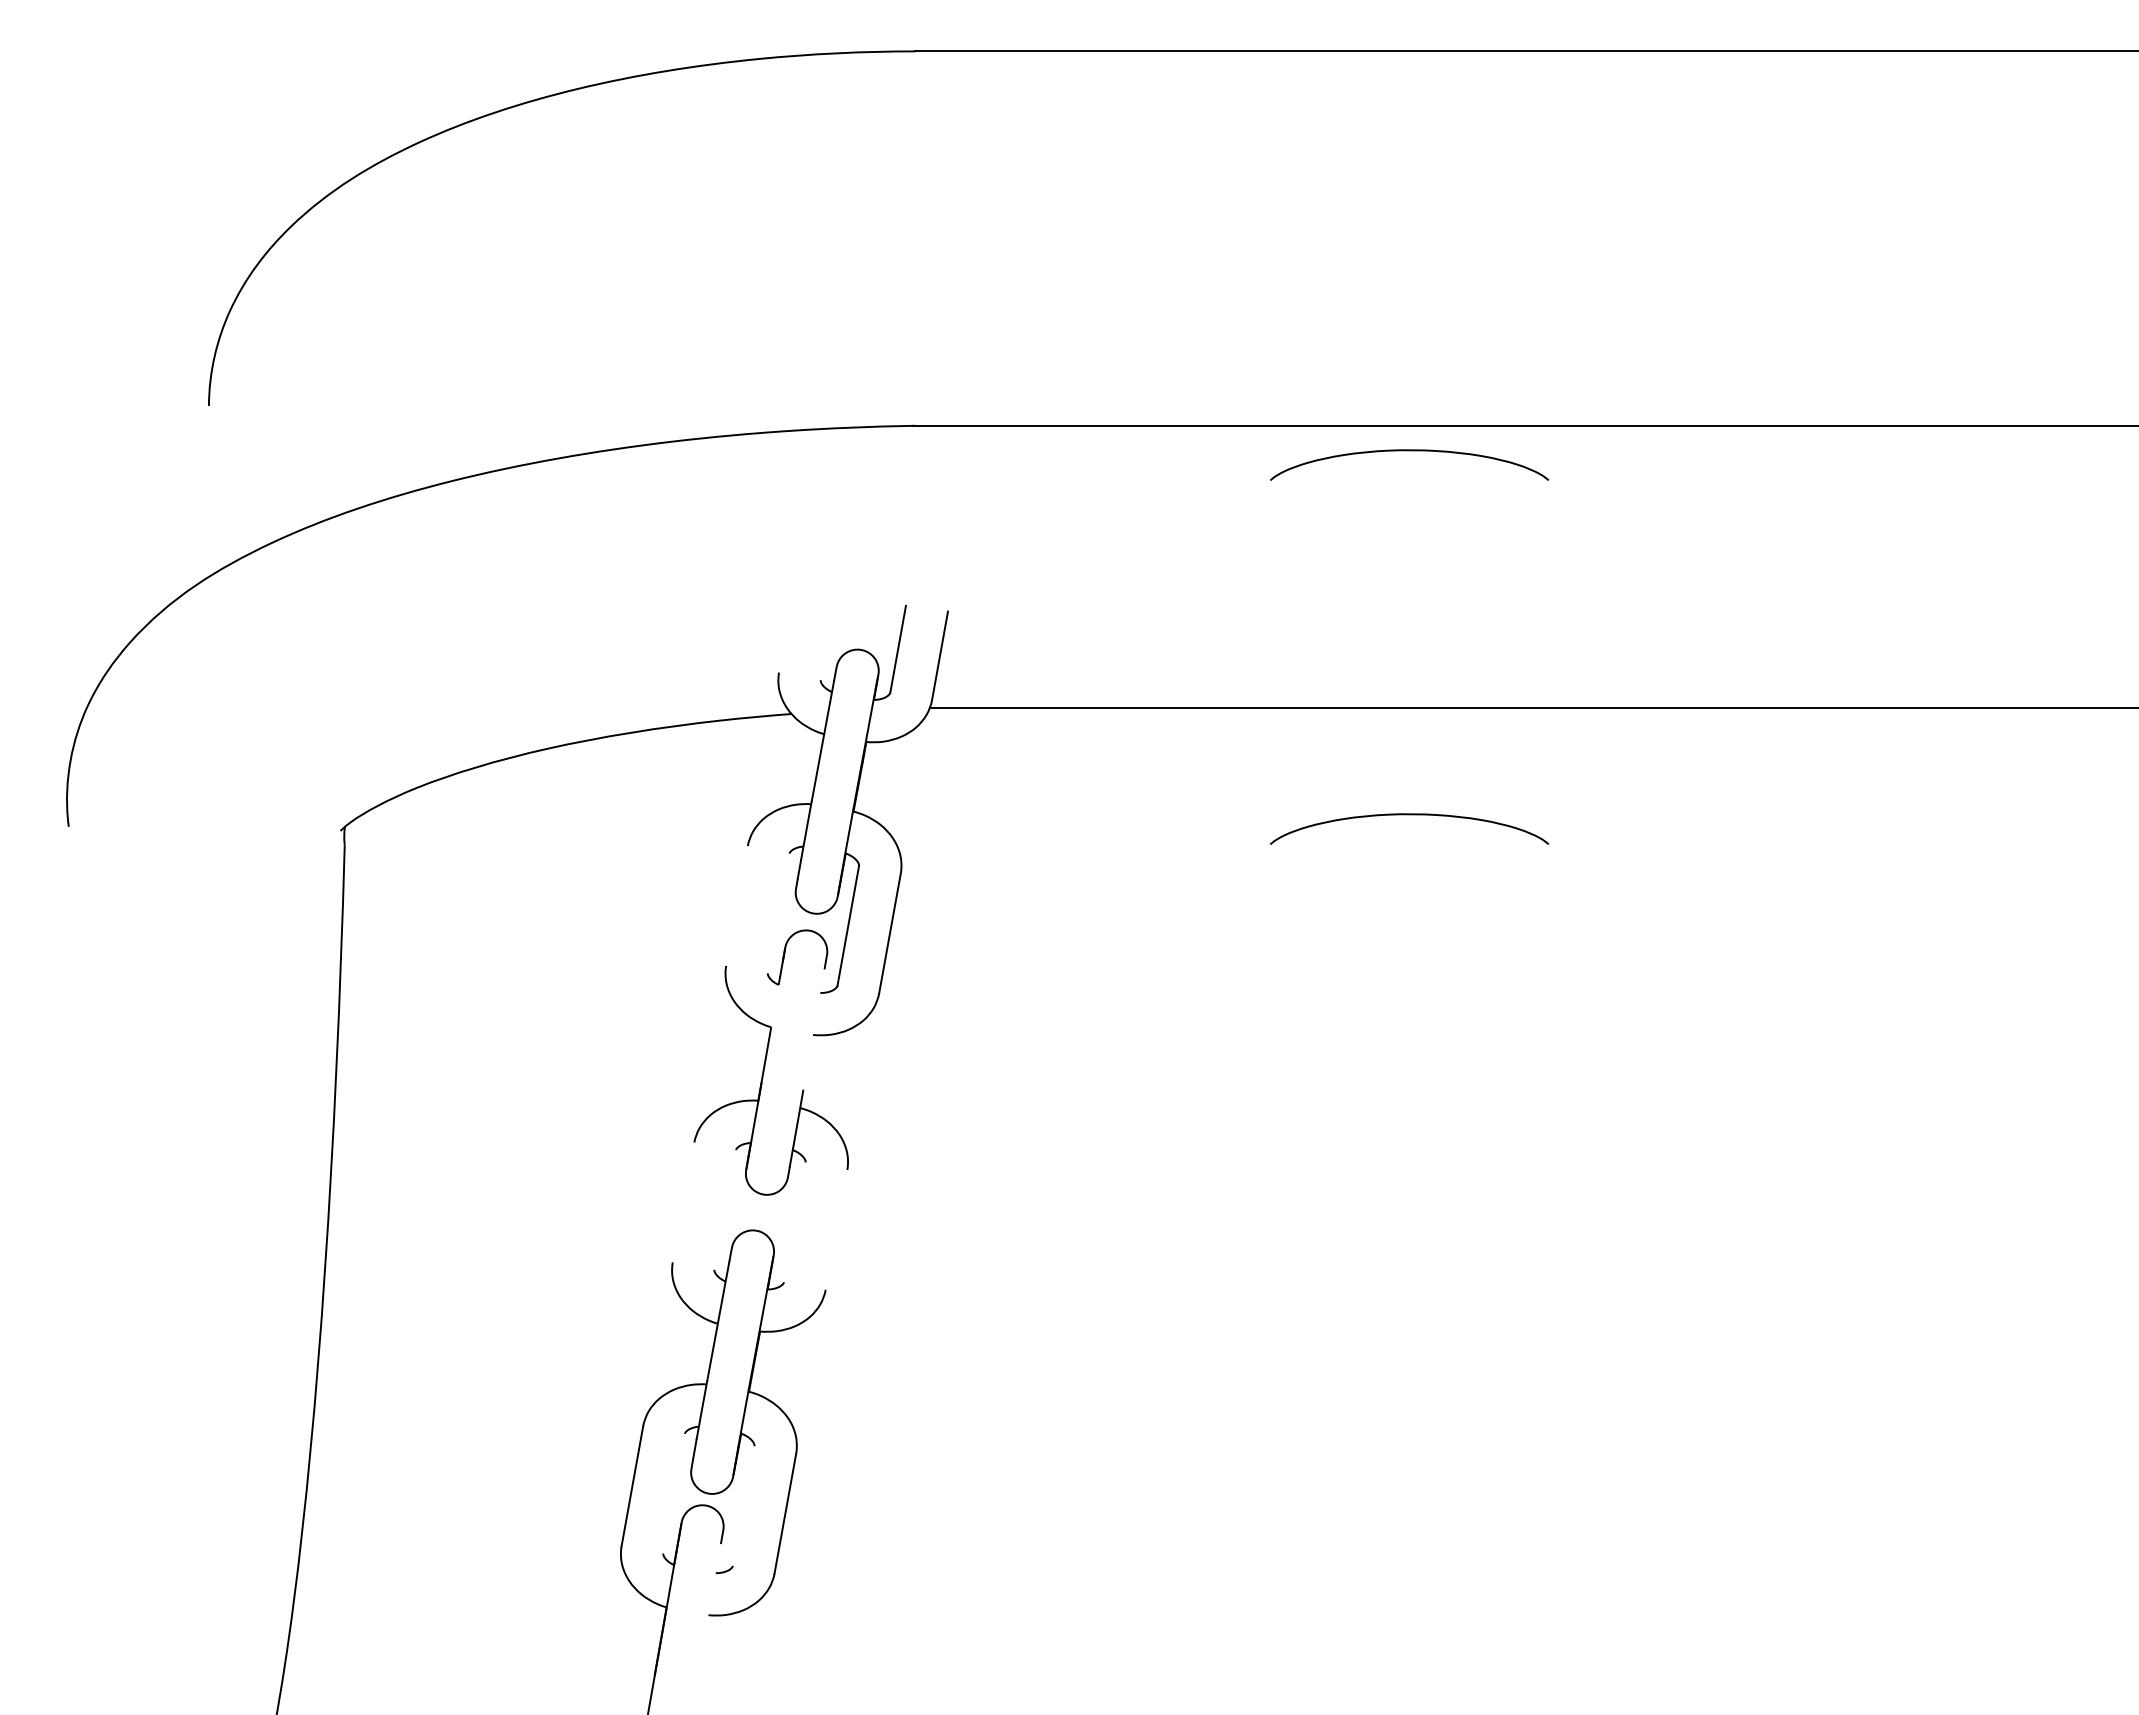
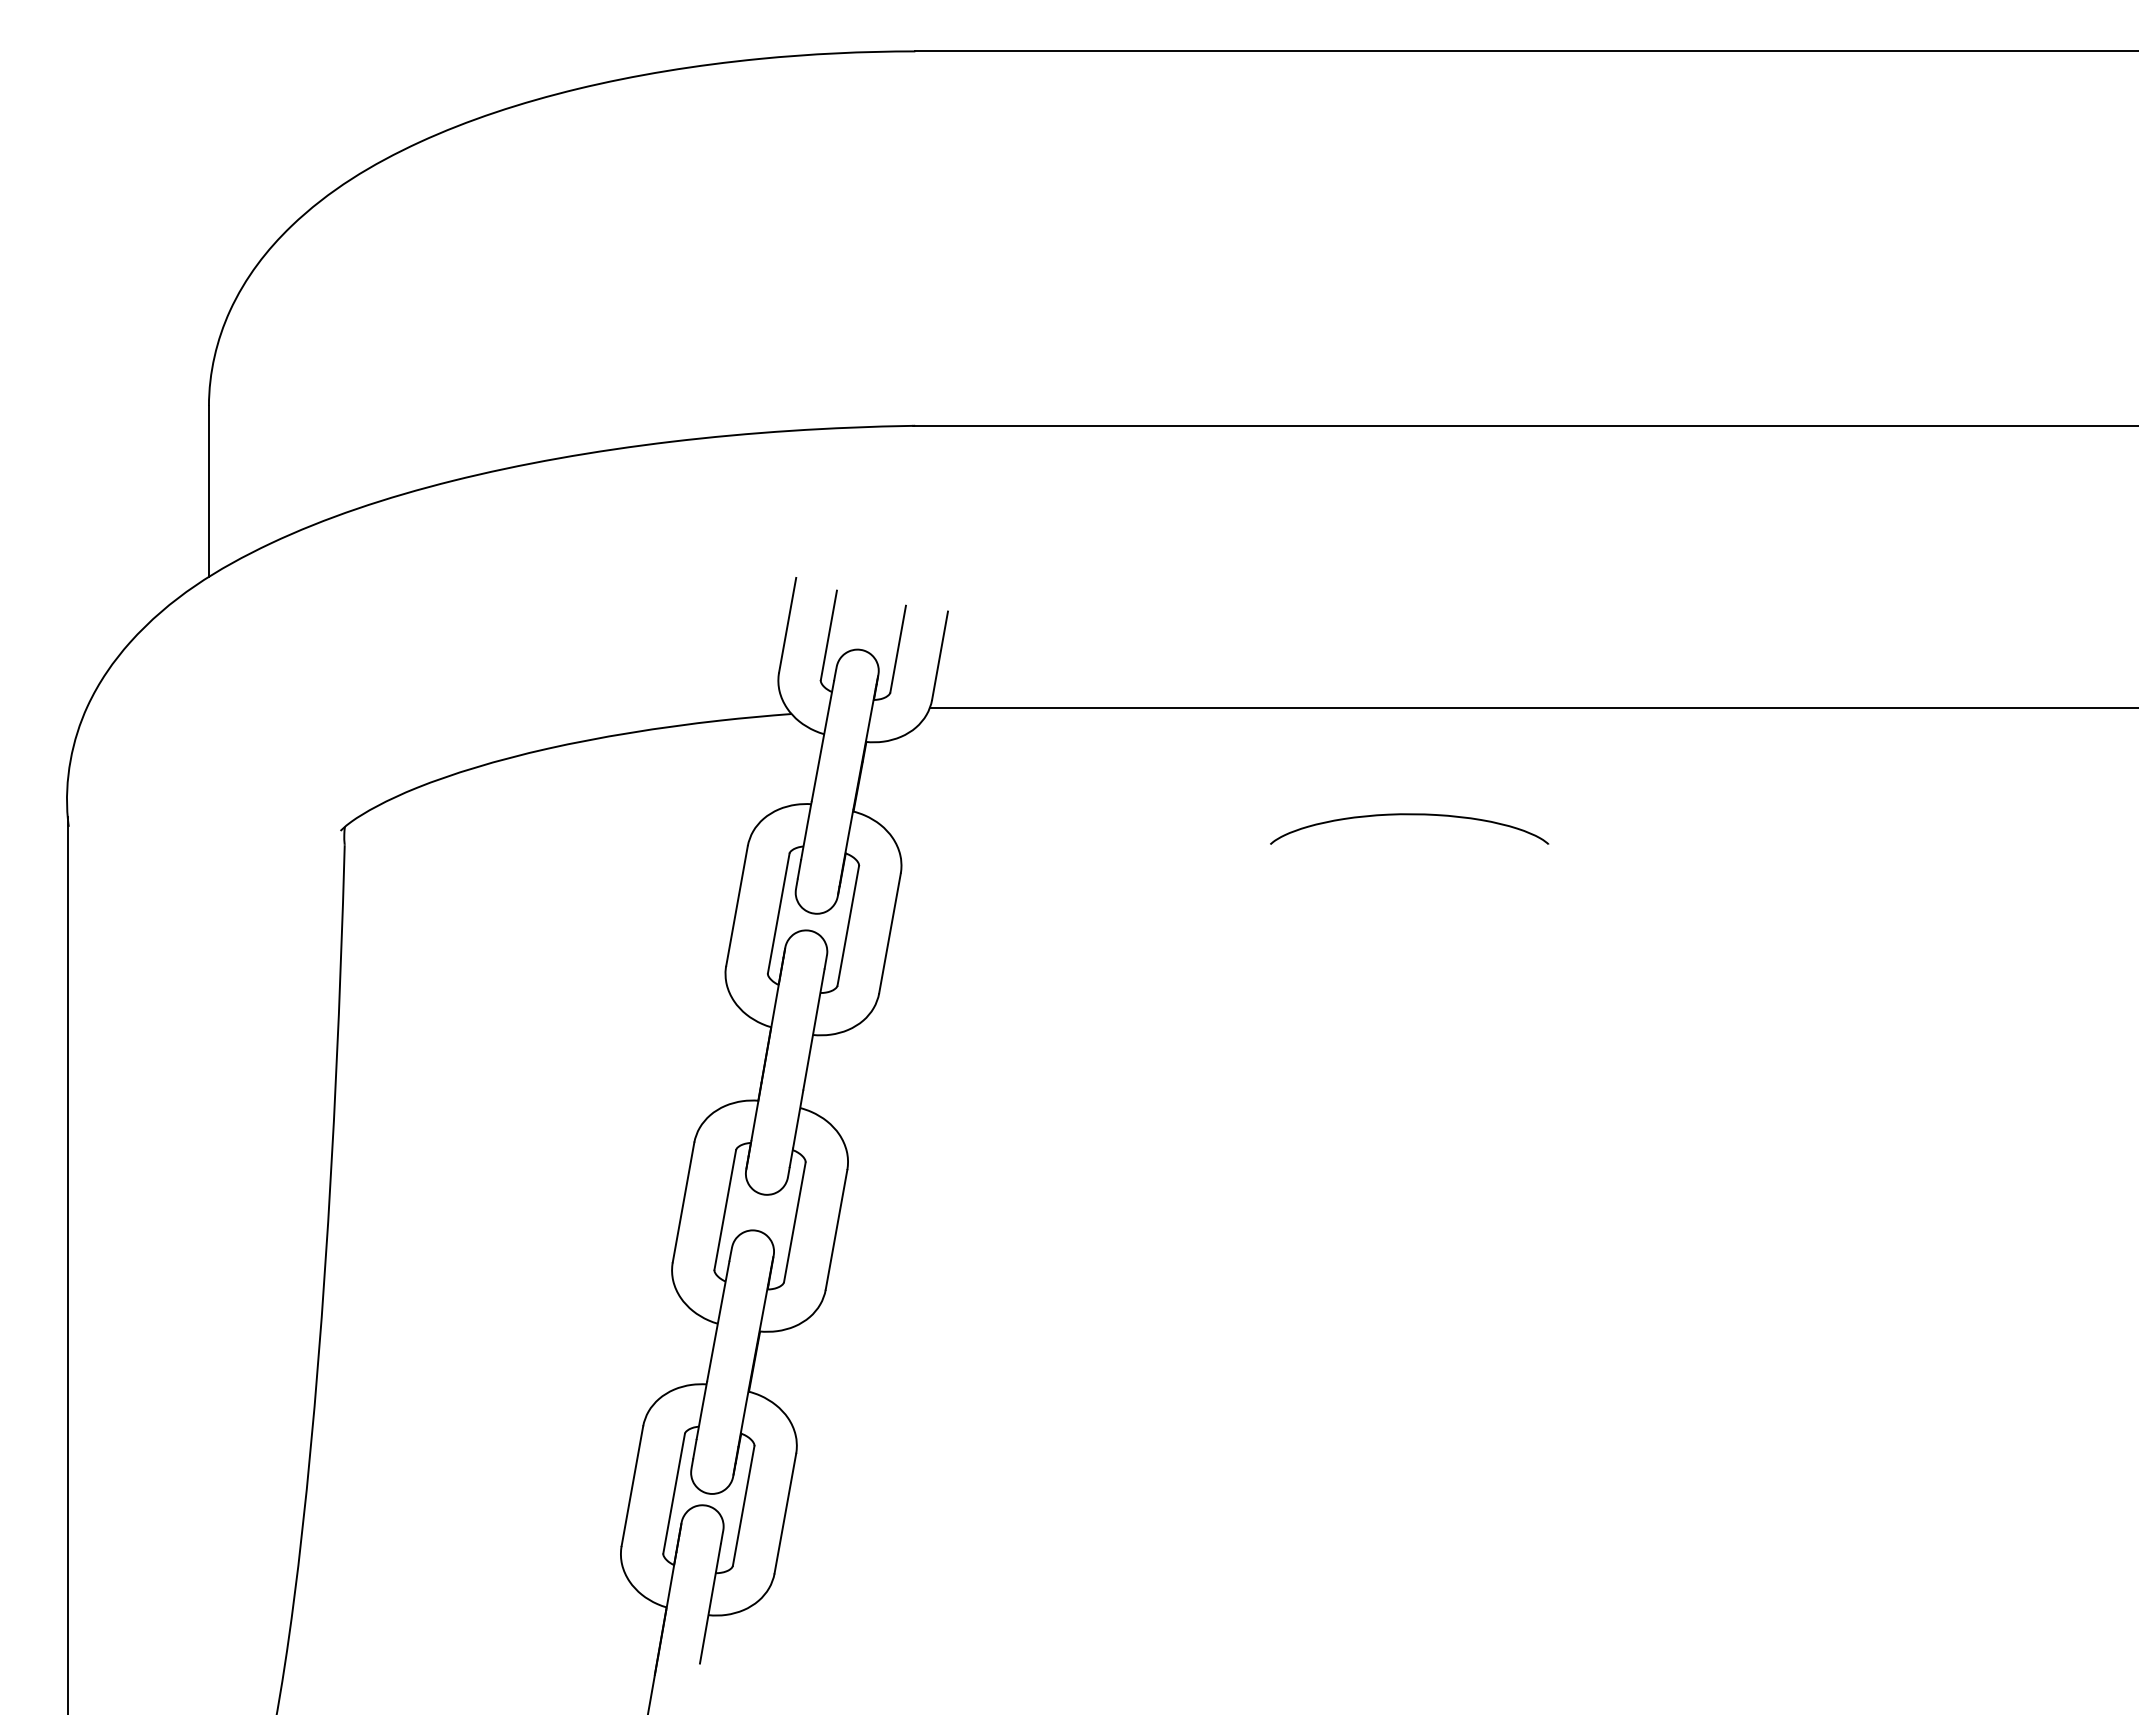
curve at (1409, 451): present -> none
line at (208, 491): none -> present
line at (787, 624): none -> present
line at (828, 635): none -> present
line at (736, 905): none -> present
line at (778, 913): none -> present
line at (771, 1022): none -> present
line at (813, 1029): none -> present
line at (683, 1202): none -> present
line at (725, 1209): none -> present
line at (794, 1222): none -> present
line at (836, 1229): none -> present
line at (67, 1263): none -> present
line at (673, 1493): none -> present
line at (743, 1505): none -> present
line at (709, 1603): none -> present
